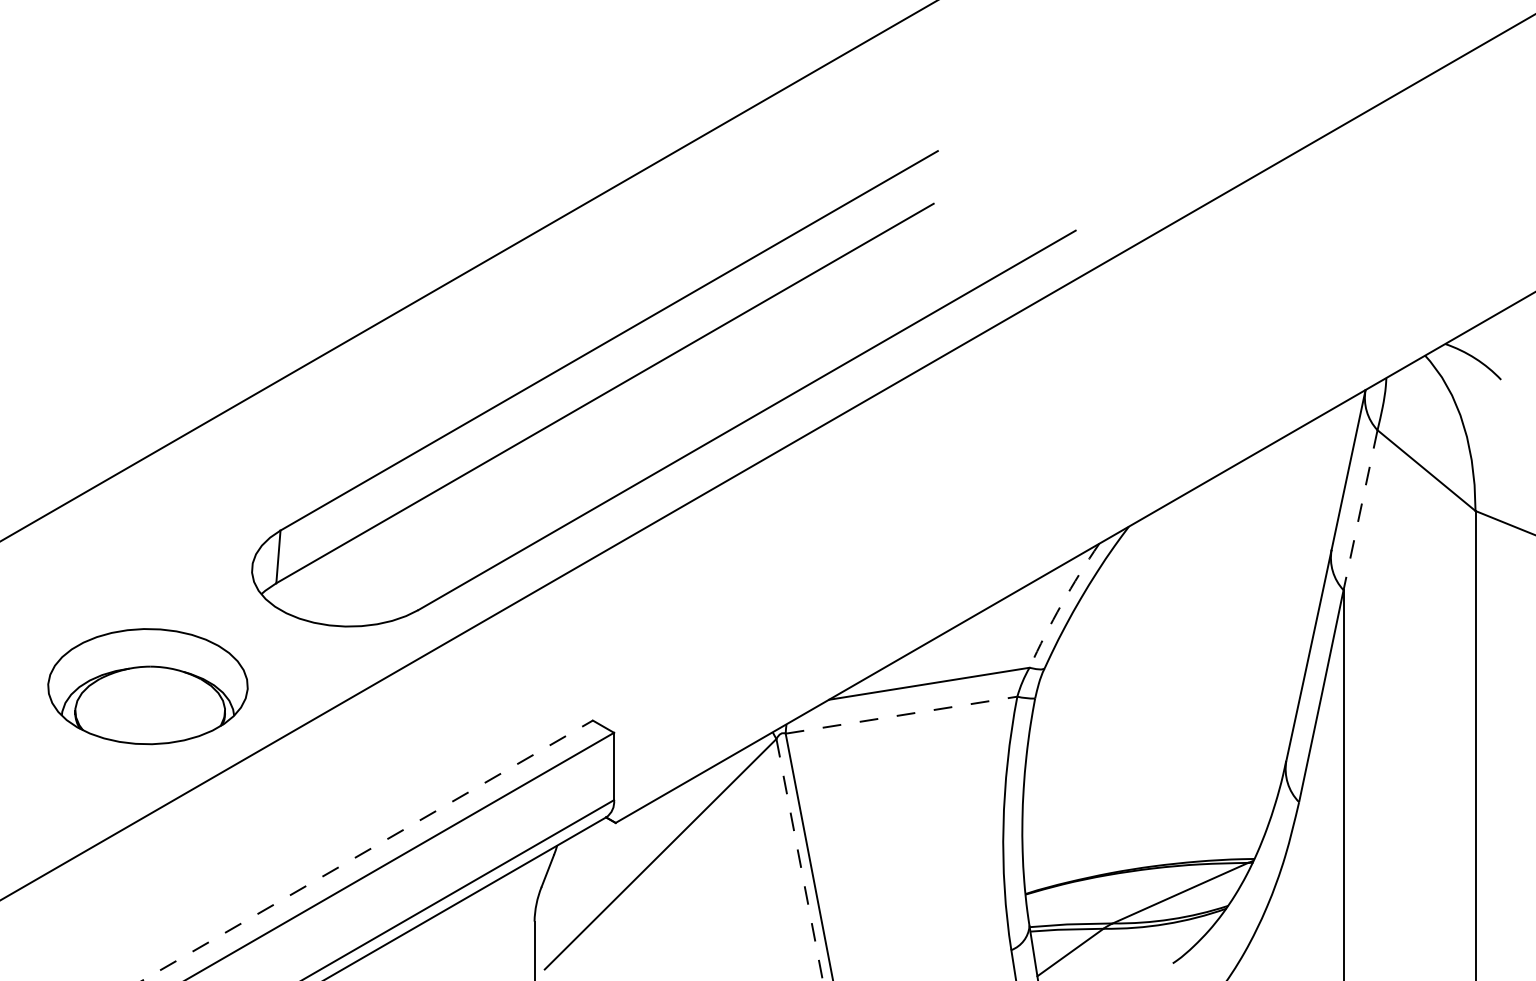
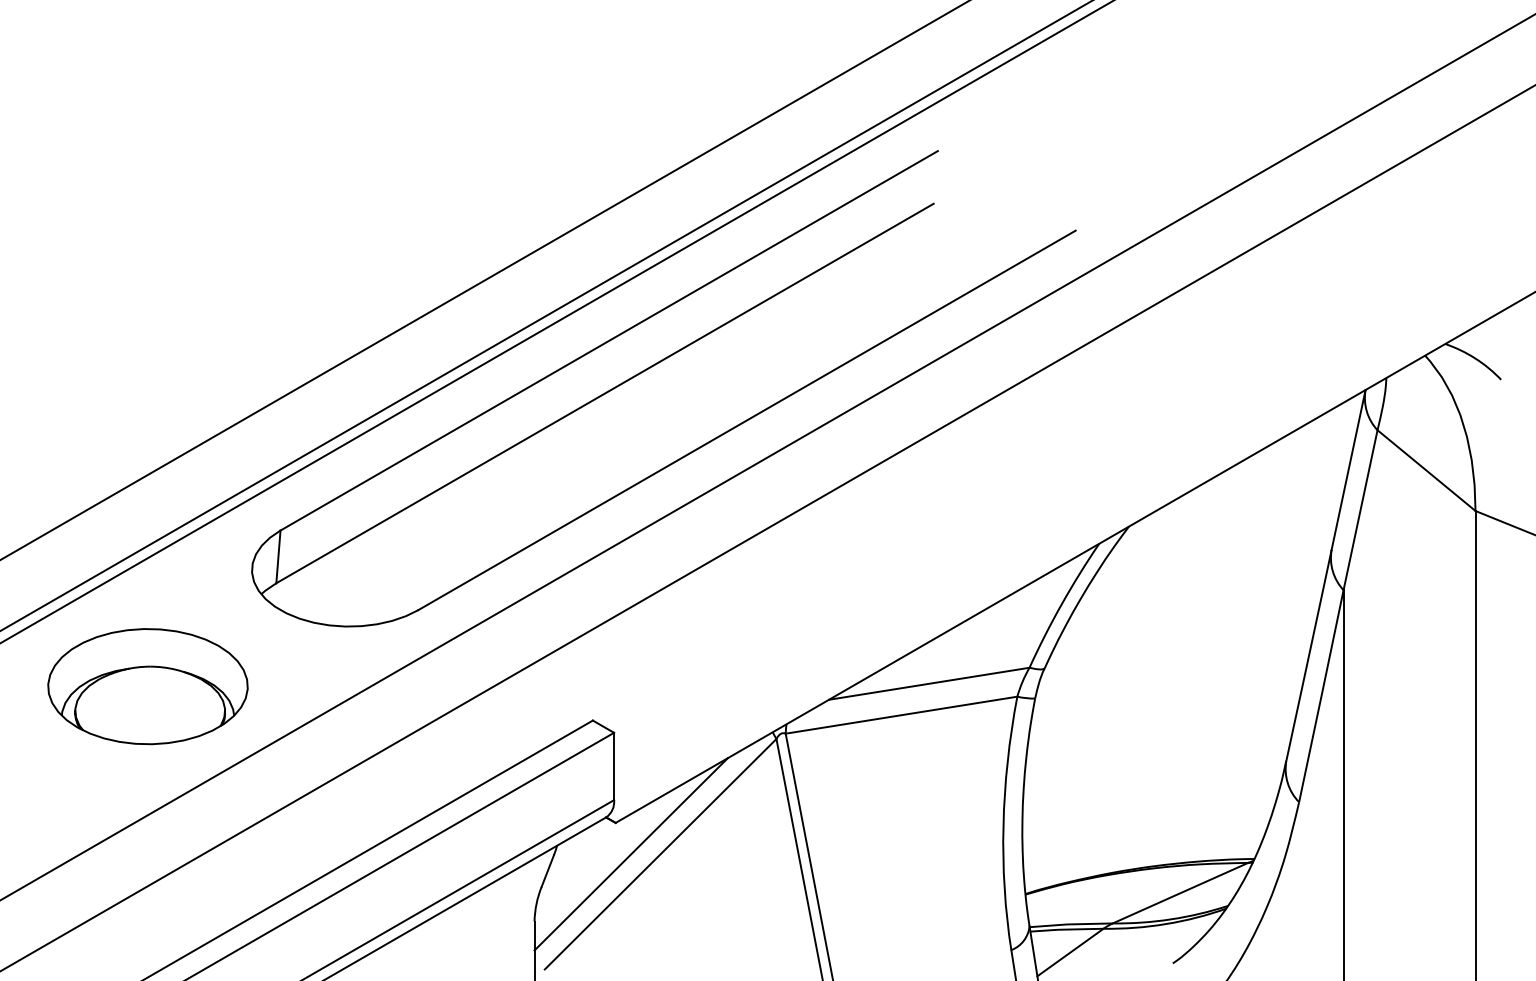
line at (468, 271) position: (468, 271) -> (484, 280)
line at (545, 315): none -> present
line at (556, 321): none -> present
line at (1360, 510): dashed -> solid
line at (767, 528): none -> present
arc at (1061, 604): dashed -> solid
line at (902, 715): dashed -> solid
line at (368, 850): dashed -> solid
line at (630, 854): none -> present
line at (799, 859): dashed -> solid
